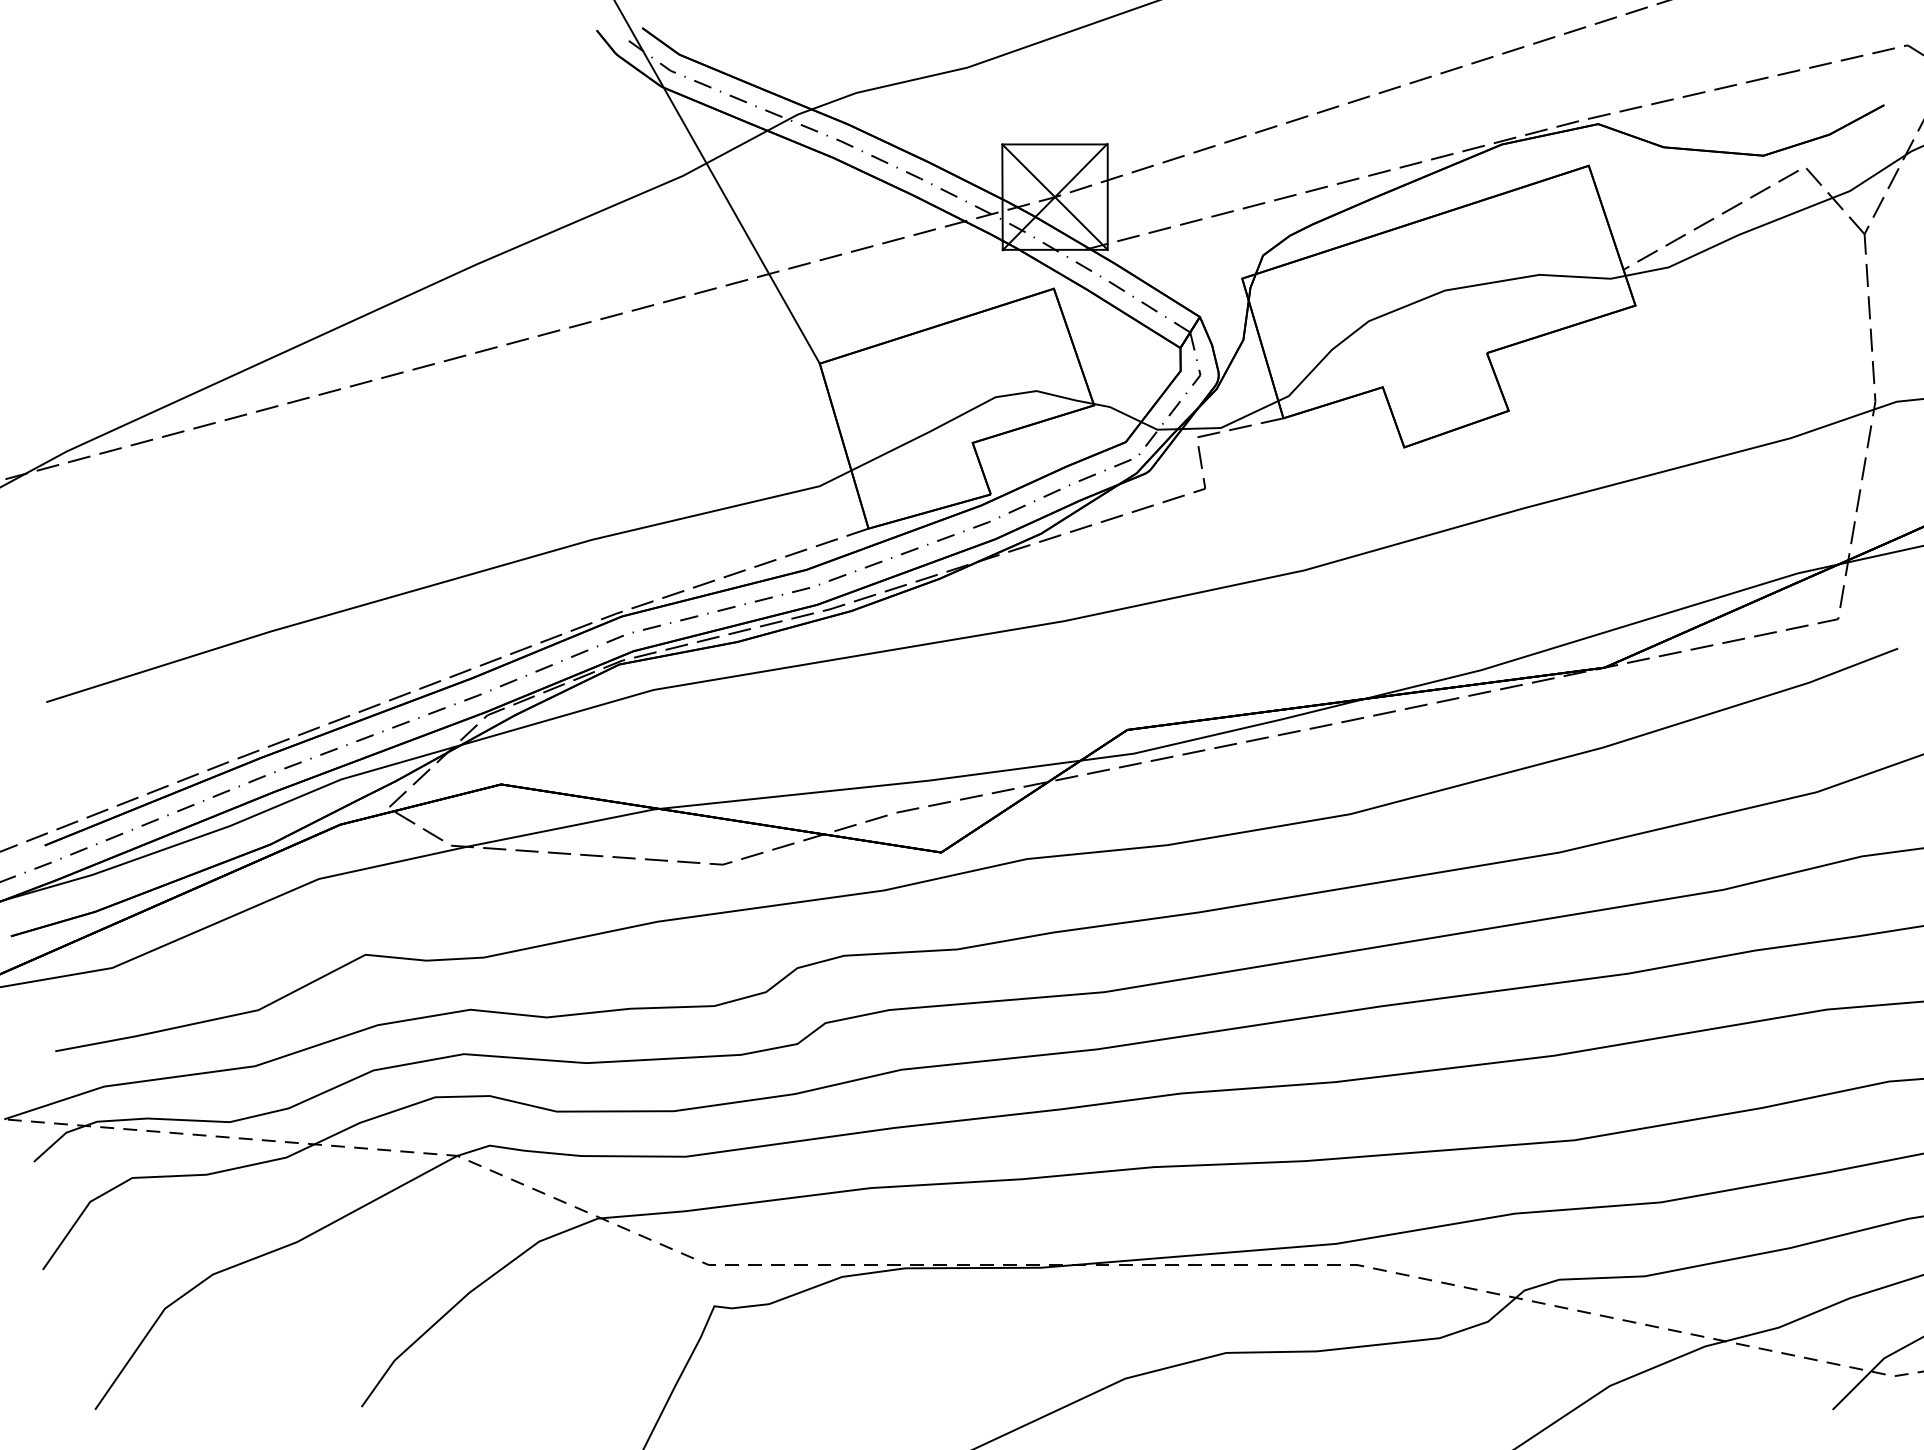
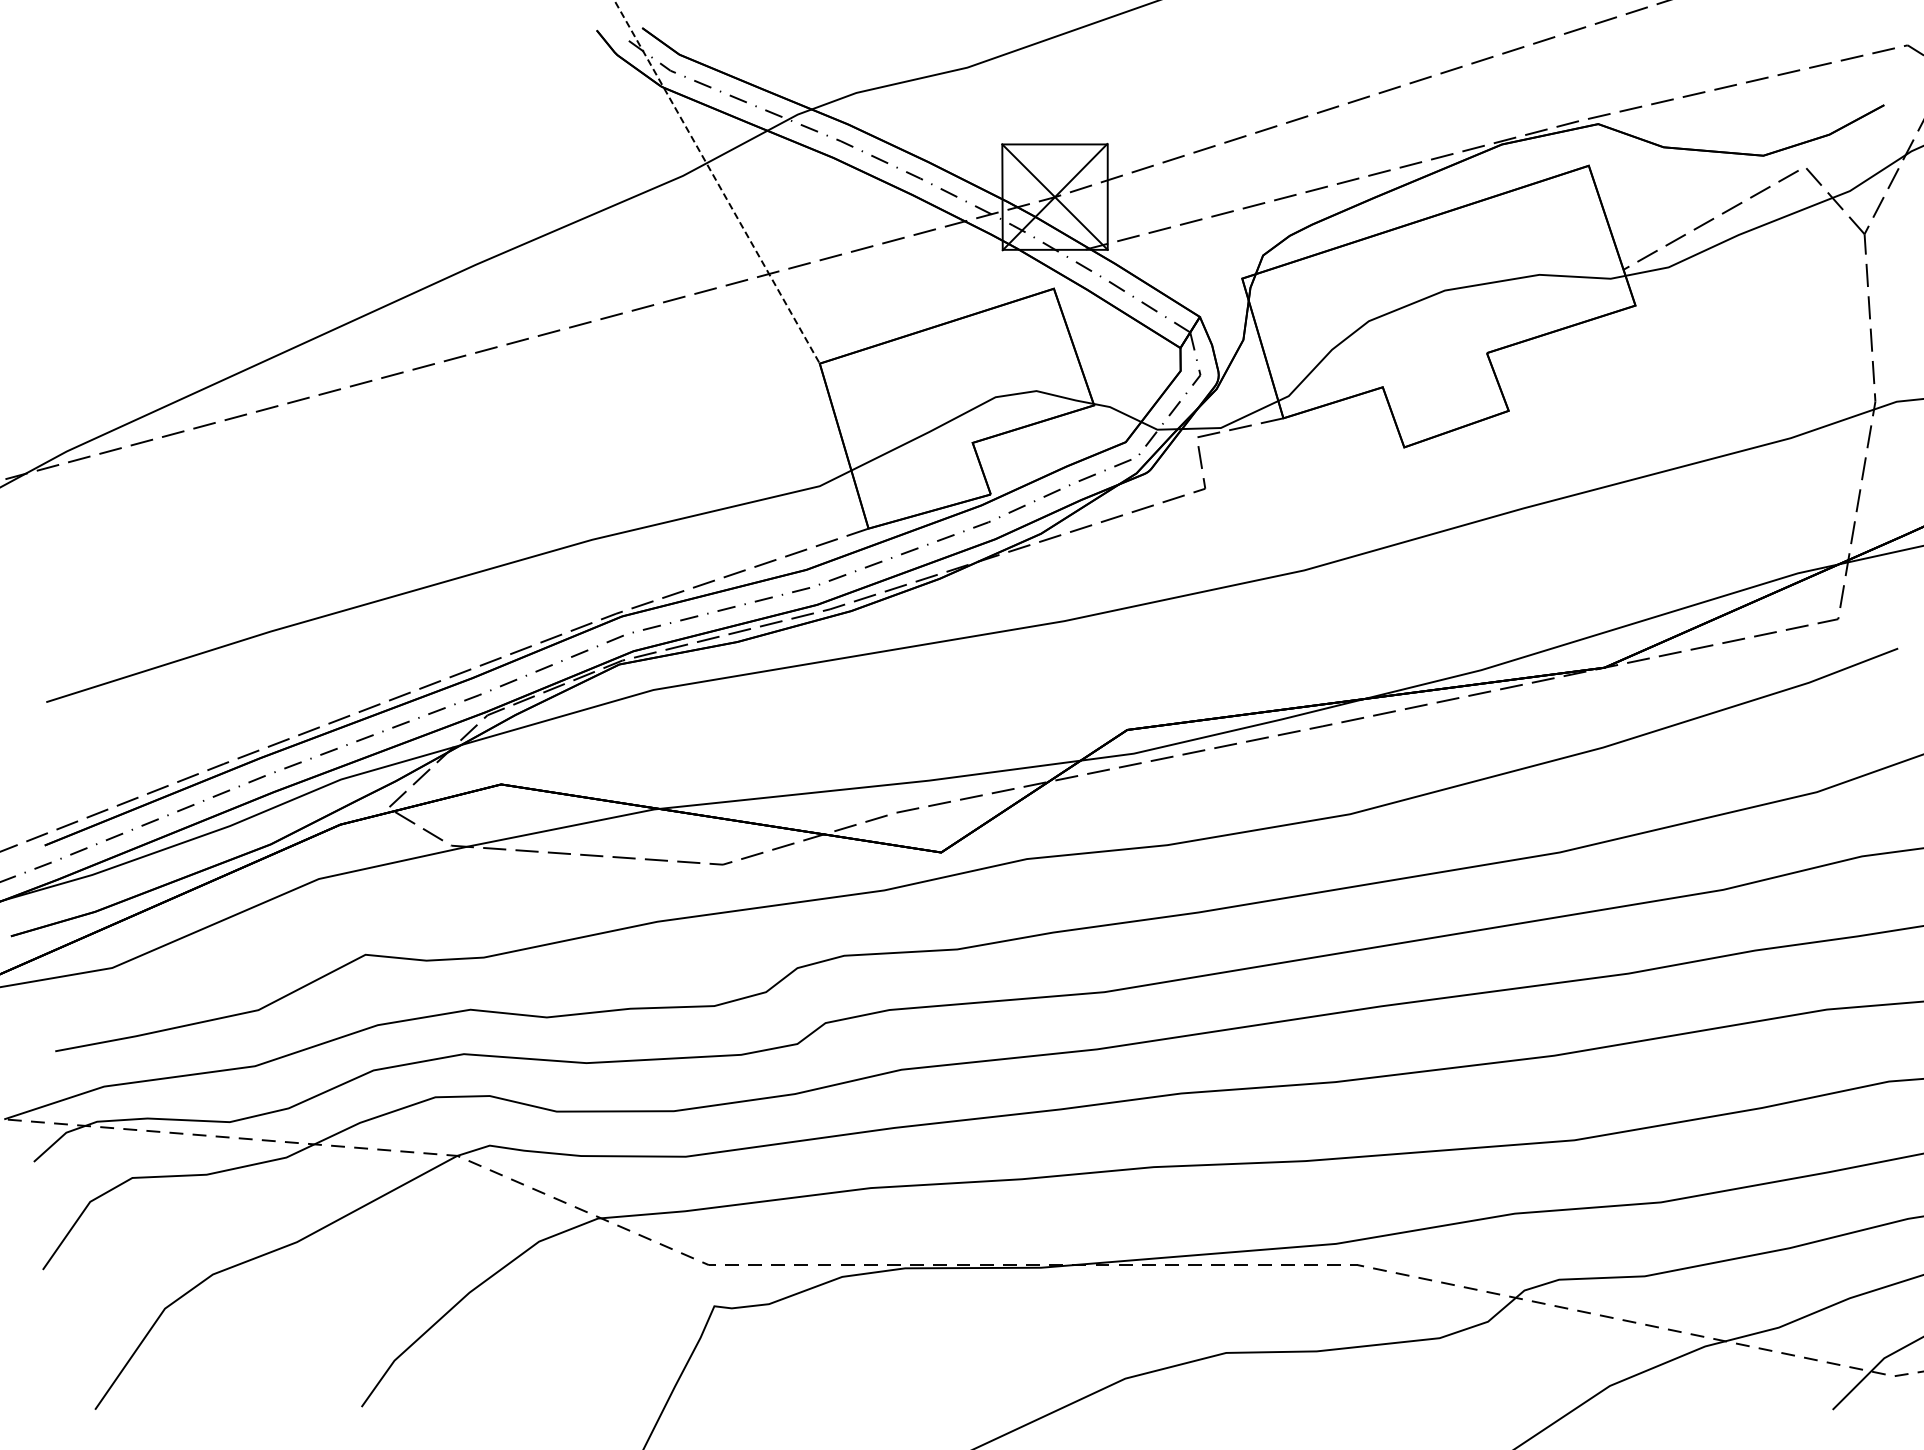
line at (717, 182): solid -> dashed
